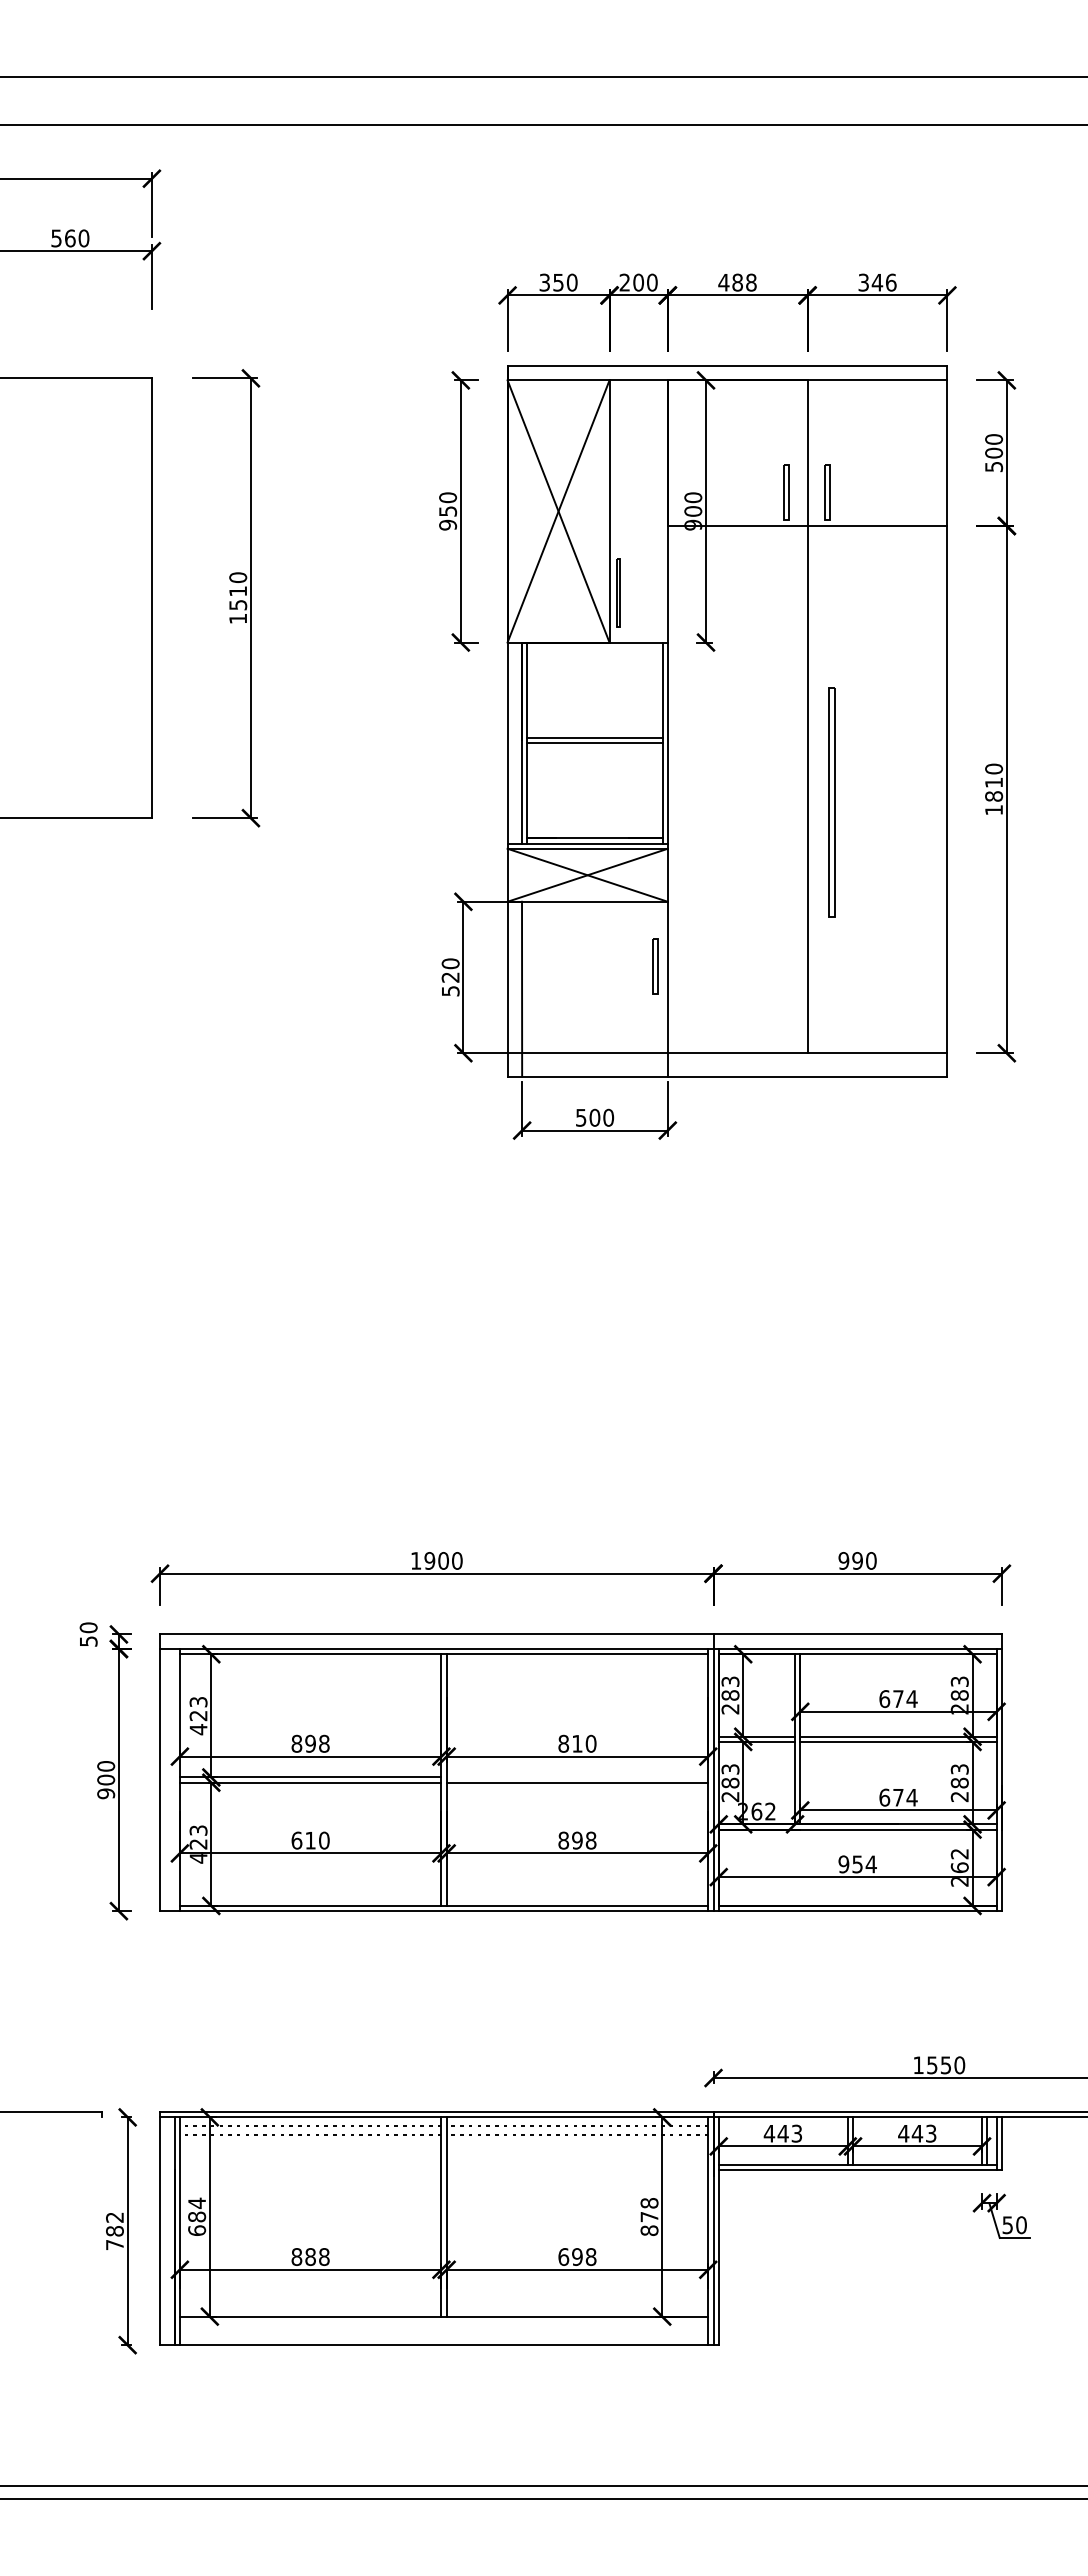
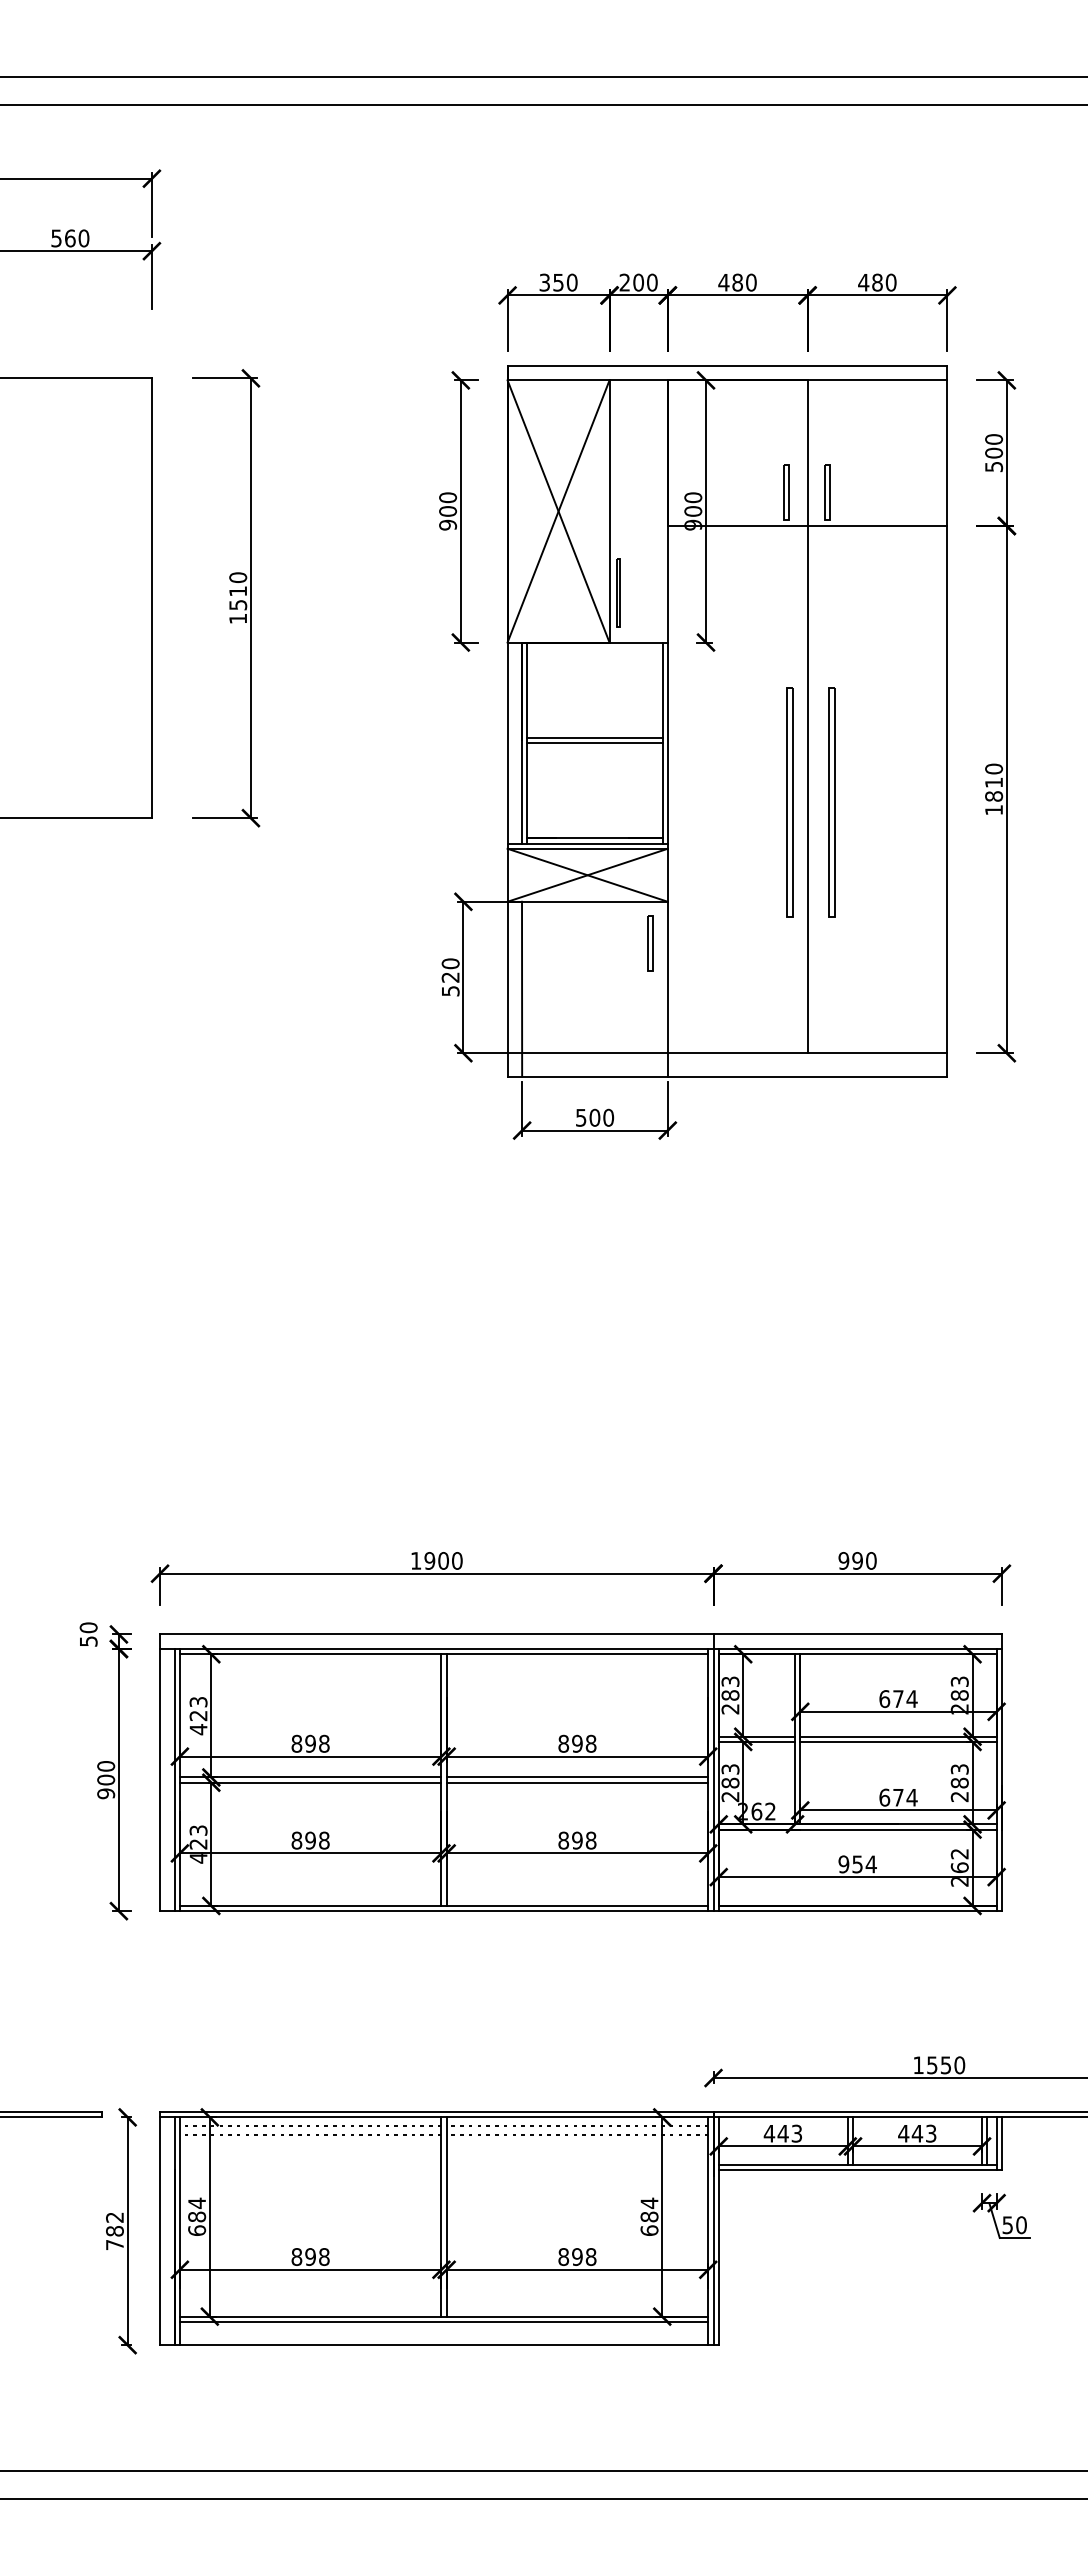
line at (543, 125) position: (543, 125) -> (543, 105)
text at (751, 282): 488 -> 480
text at (877, 282): 346 -> 480
text at (448, 511): 950 -> 900
part at (789, 802): none -> present
part at (655, 966) position: (655, 966) -> (650, 943)
text at (584, 1743): 810 -> 898
line at (577, 1777): none -> present
line at (174, 1780): none -> present
text at (310, 1840): 610 -> 898
line at (51, 2117): none -> present
text at (649, 2216): 878 -> 684
text at (310, 2256): 888 -> 898
text at (563, 2256): 698 -> 898
line at (443, 2321): none -> present
line at (543, 2485) position: (543, 2485) -> (543, 2470)
